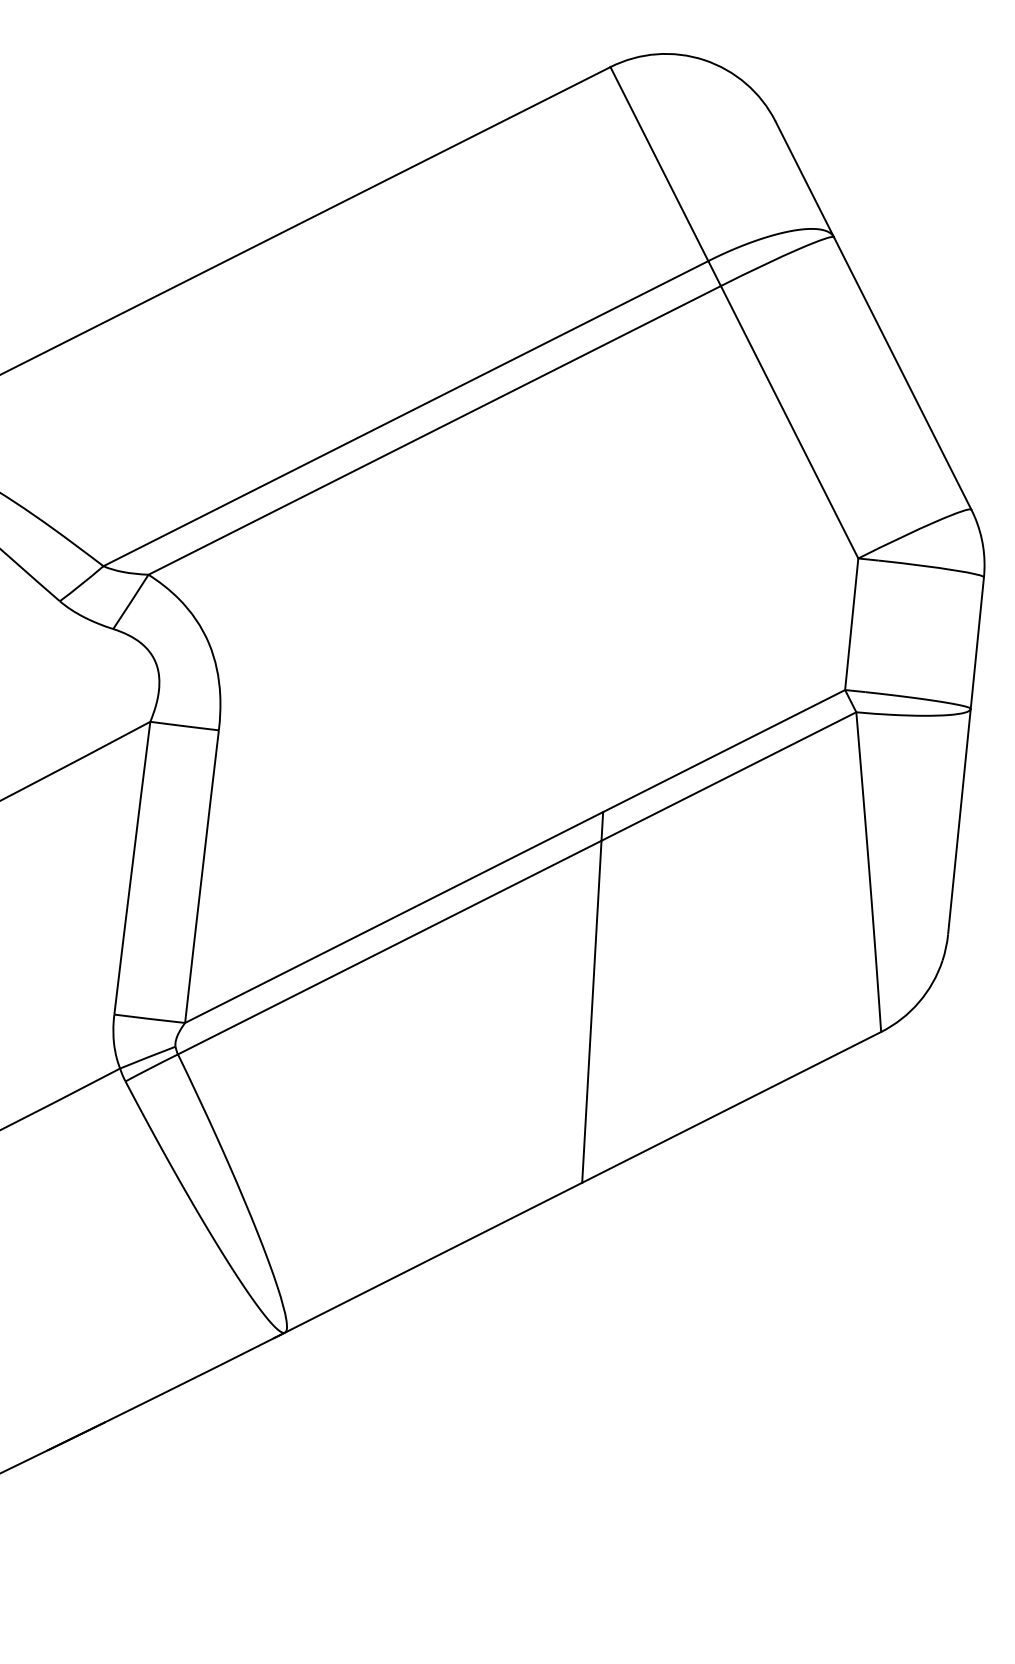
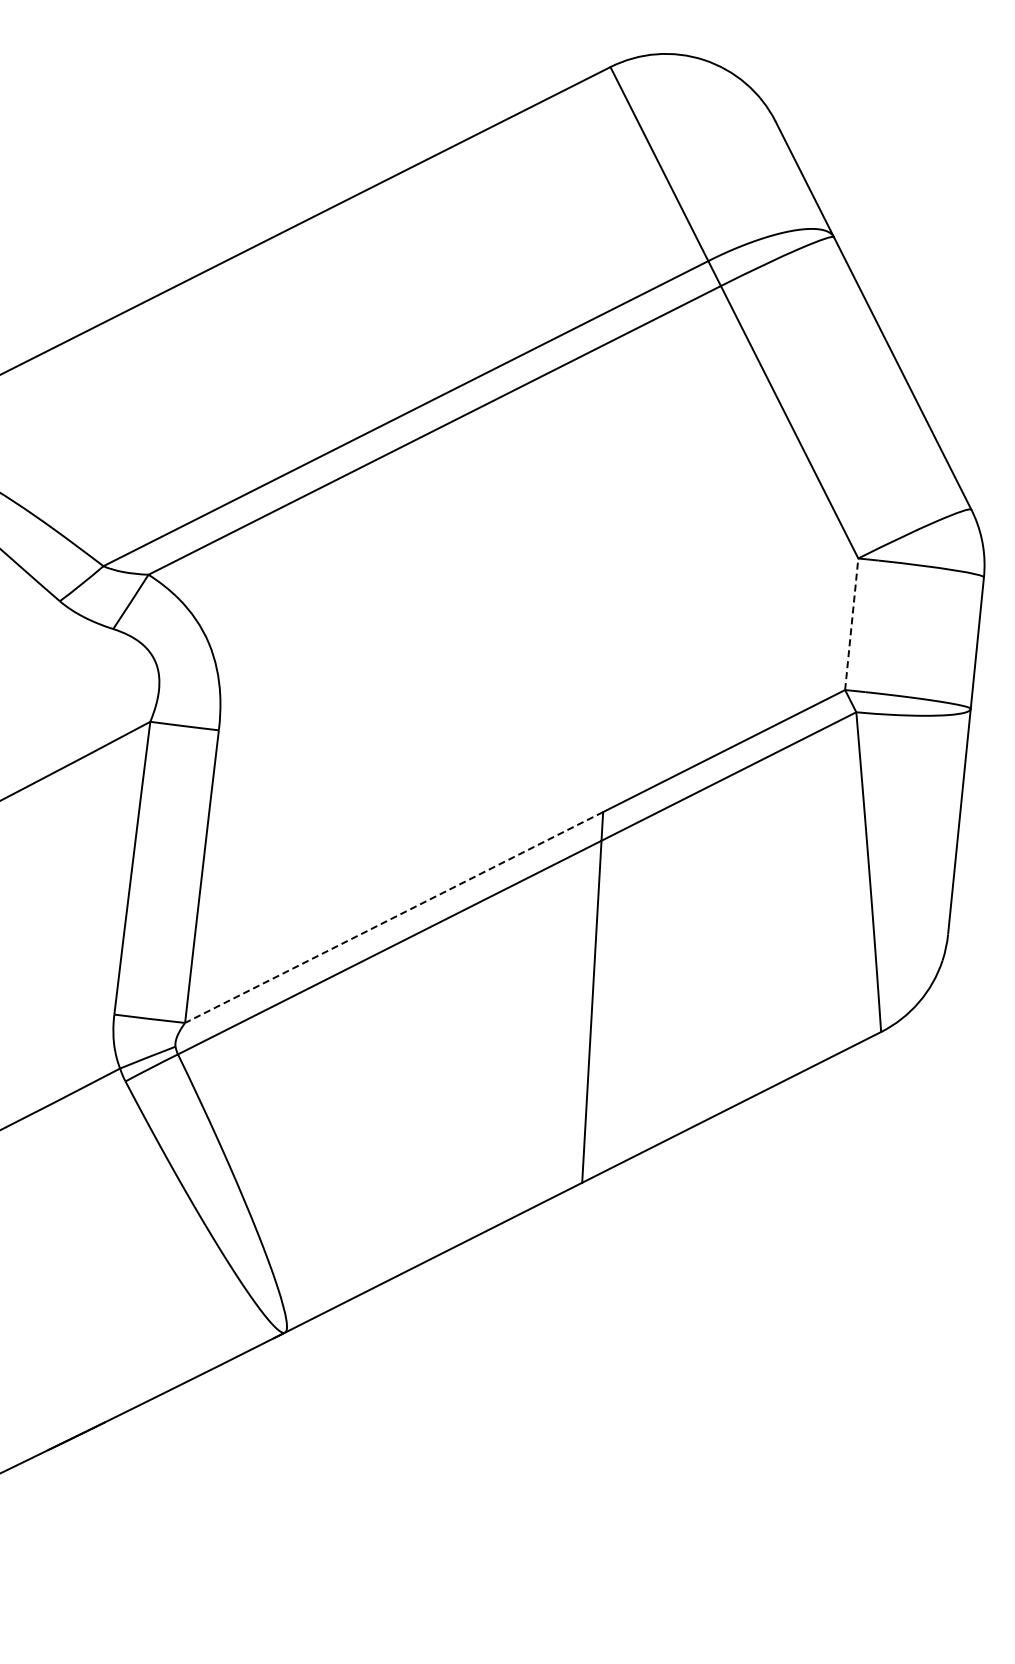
line at (851, 623): solid -> dashed
line at (393, 917): solid -> dashed
